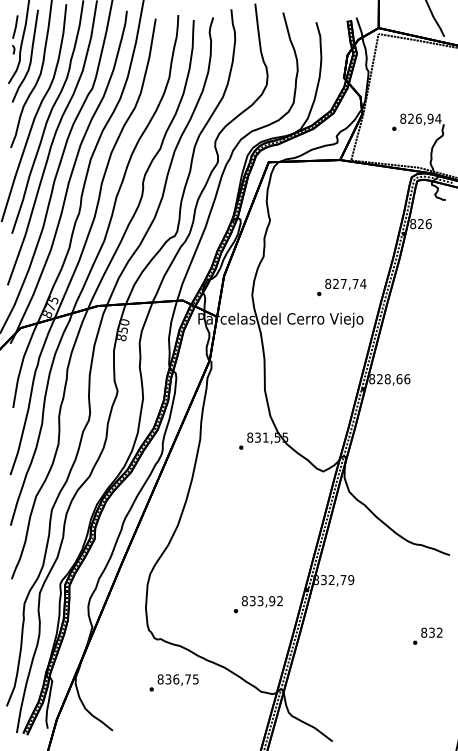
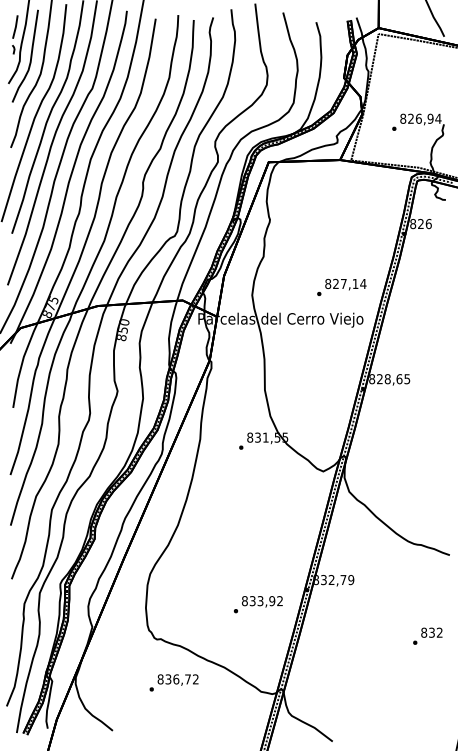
text at (355, 283): 827,74 -> 827,14
text at (407, 379): 828,66 -> 828,65
text at (195, 679): 836,75 -> 836,72
